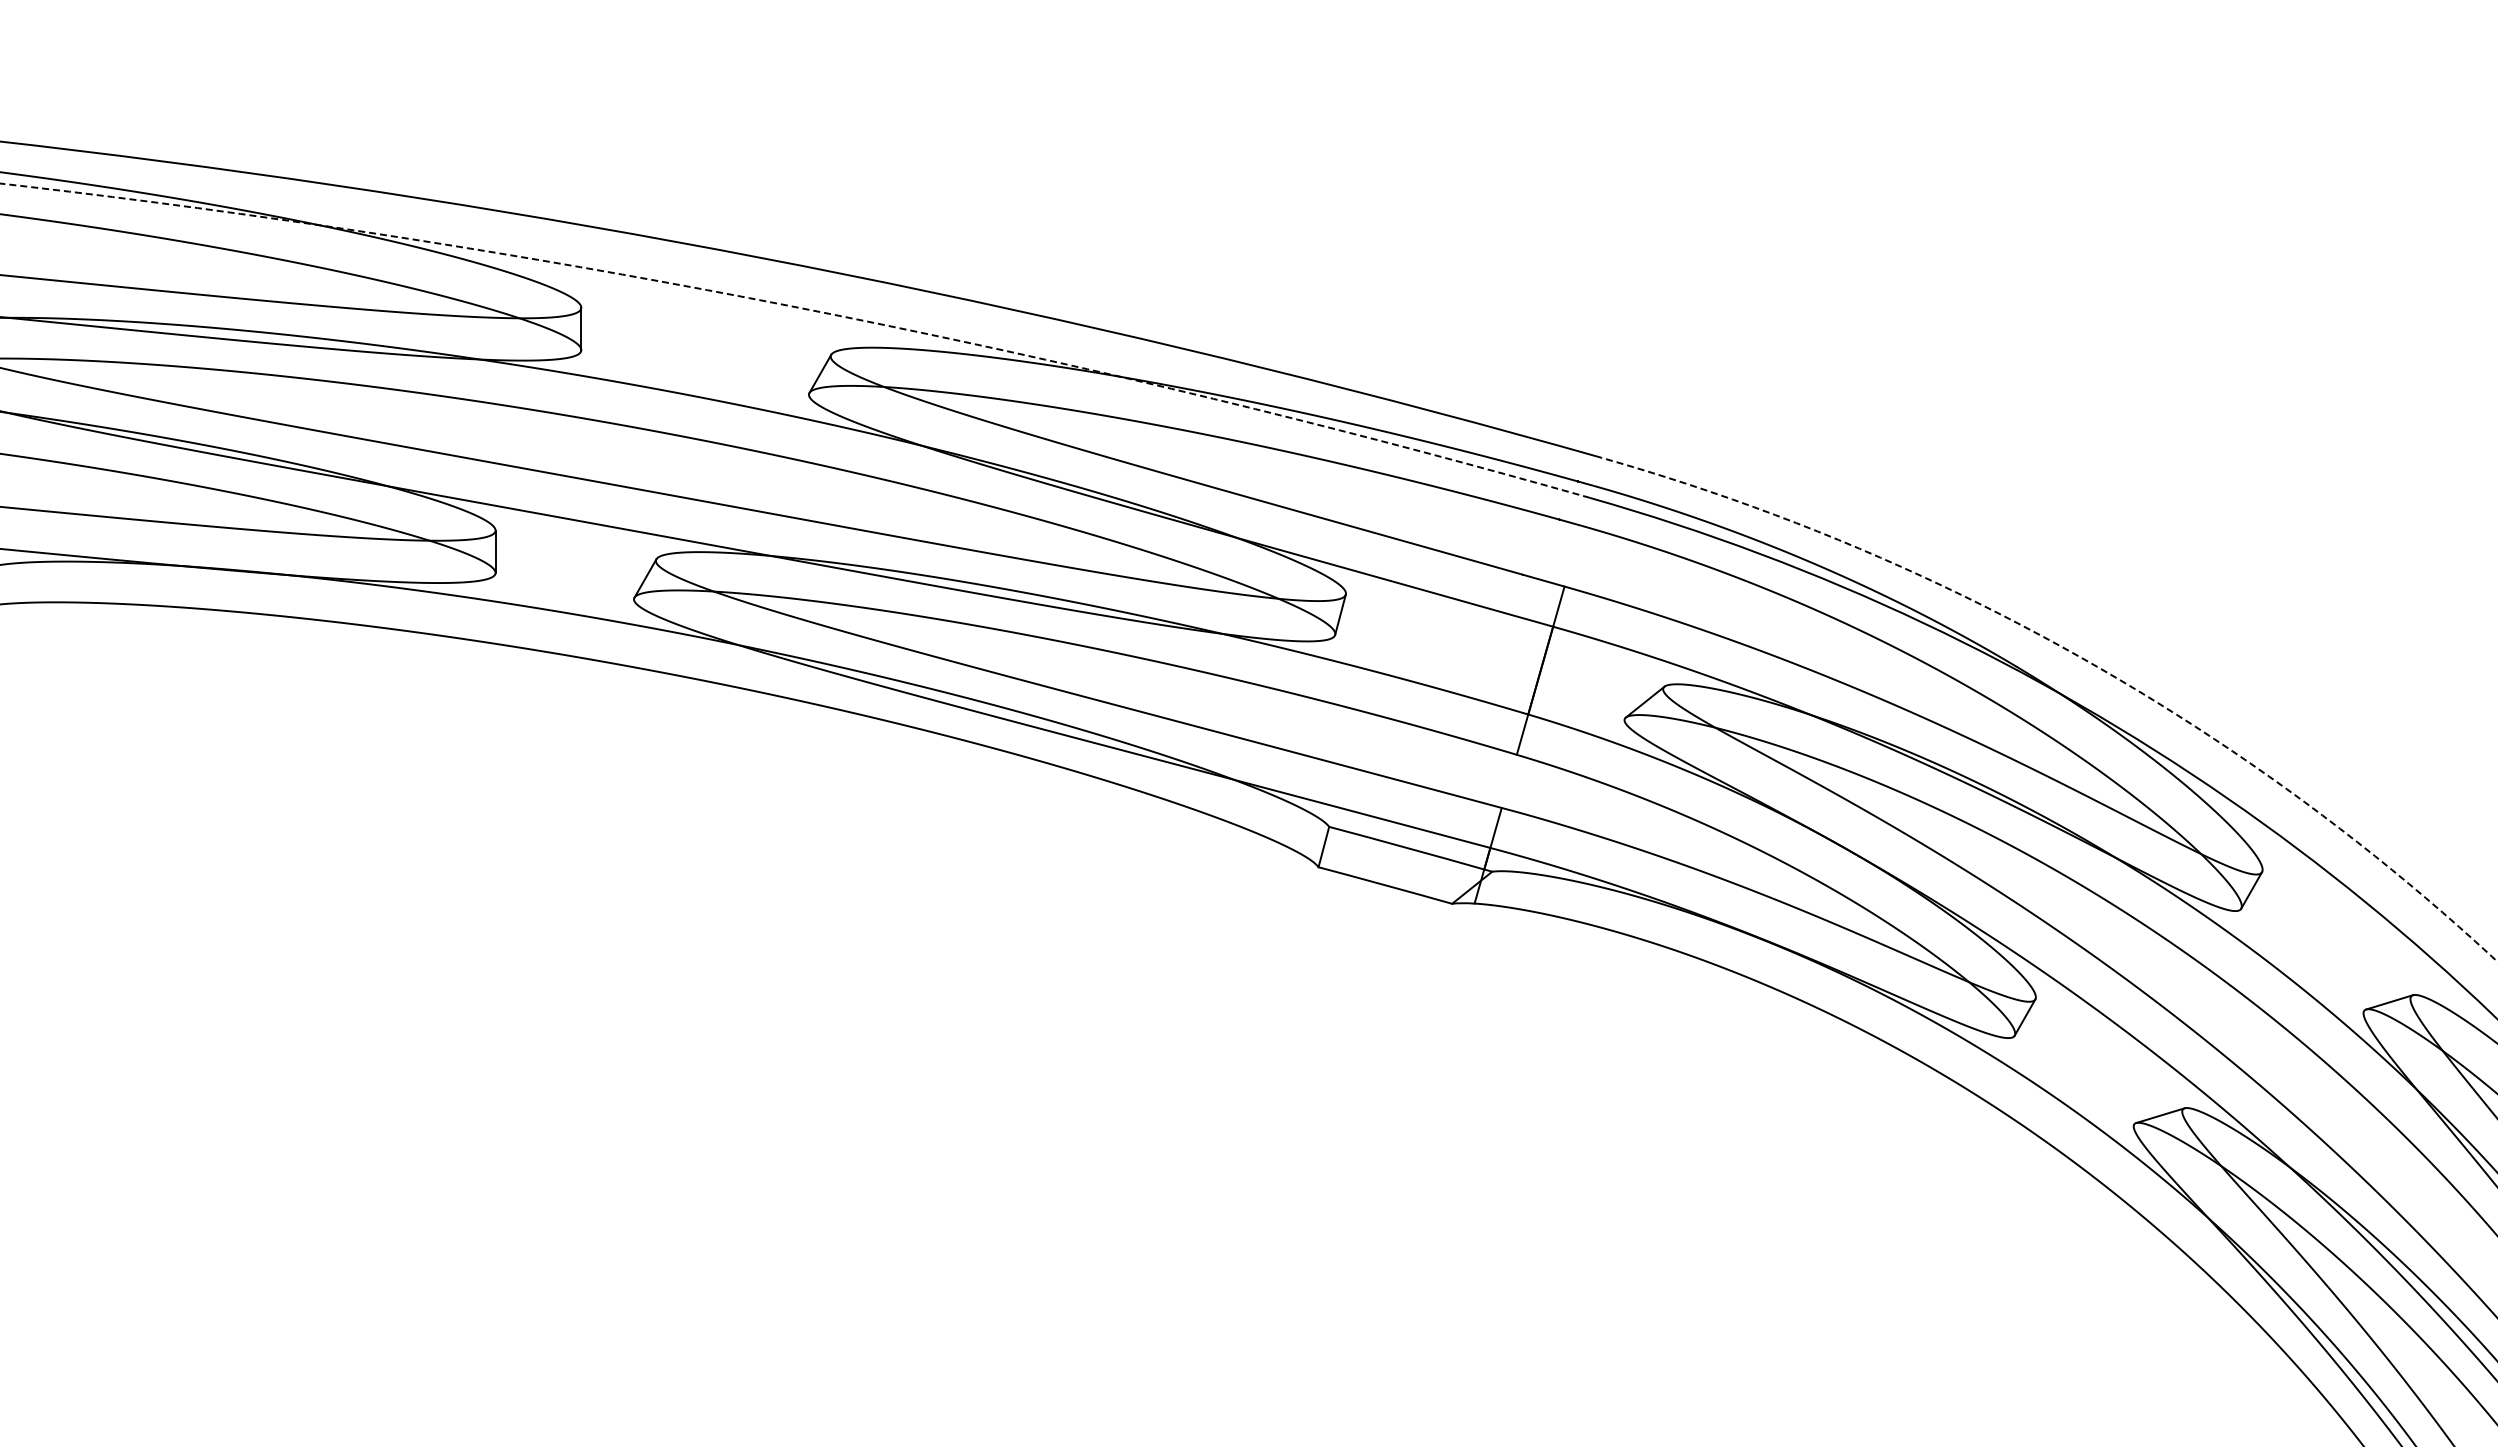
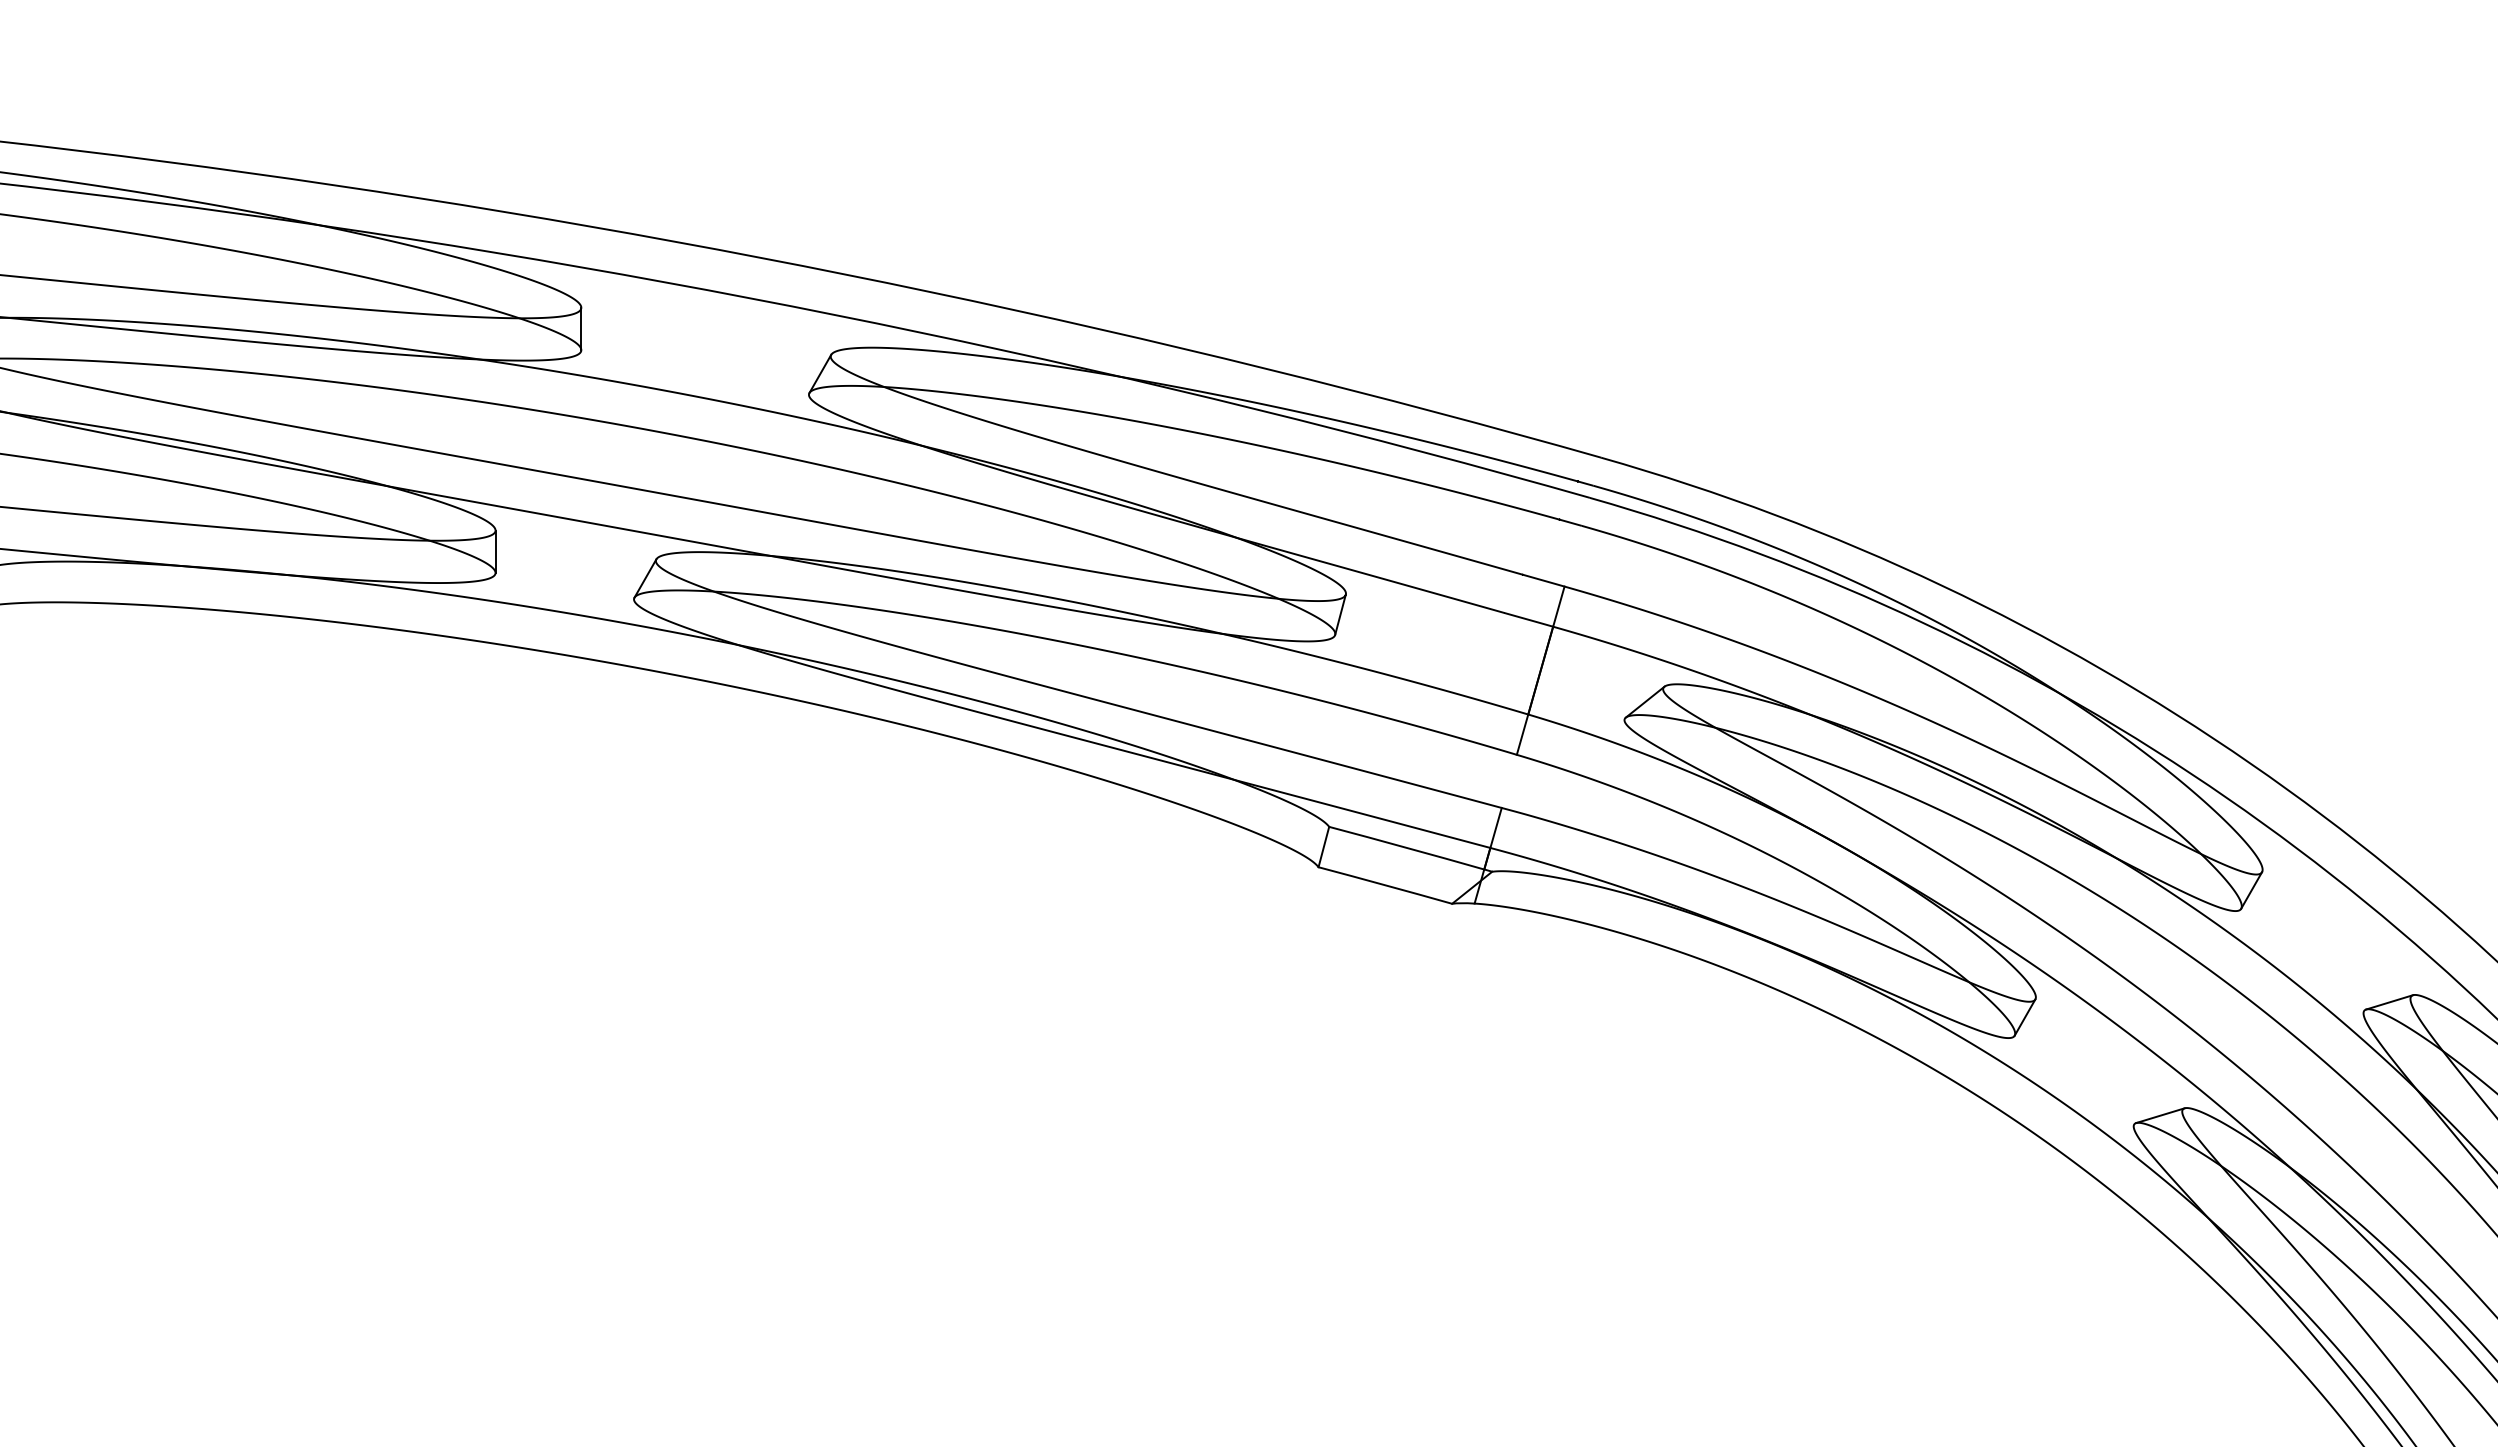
arc at (801, 308): dashed -> solid
arc at (2080, 657): dashed -> solid
